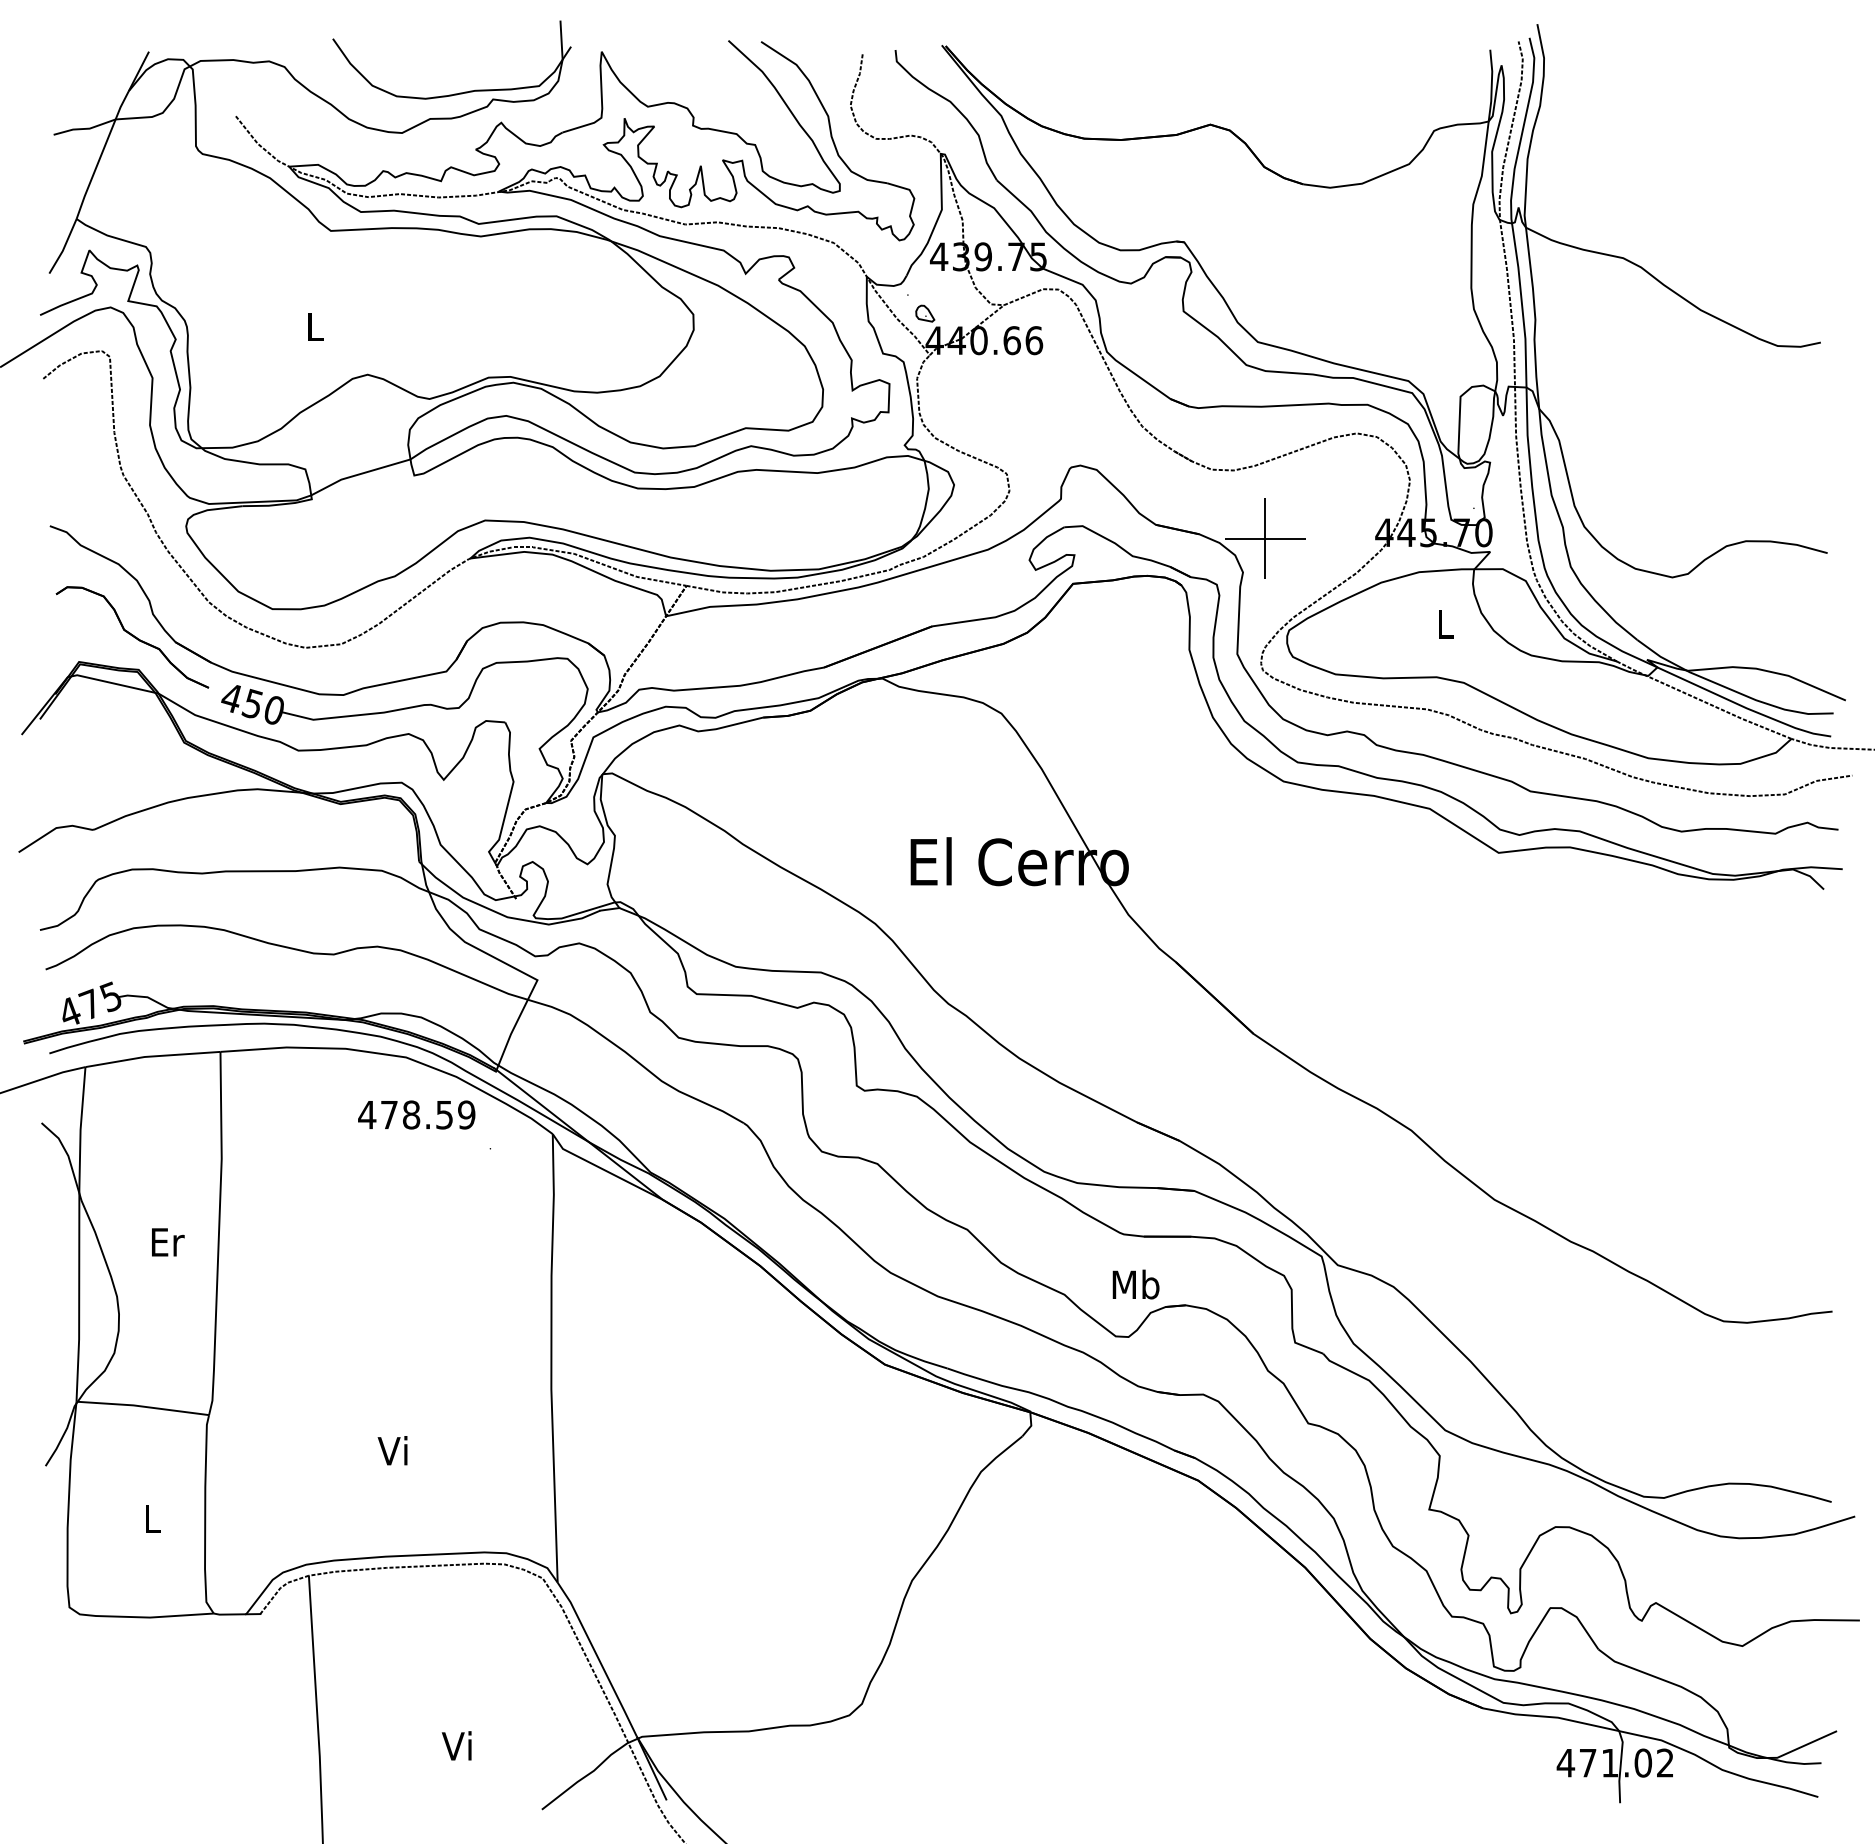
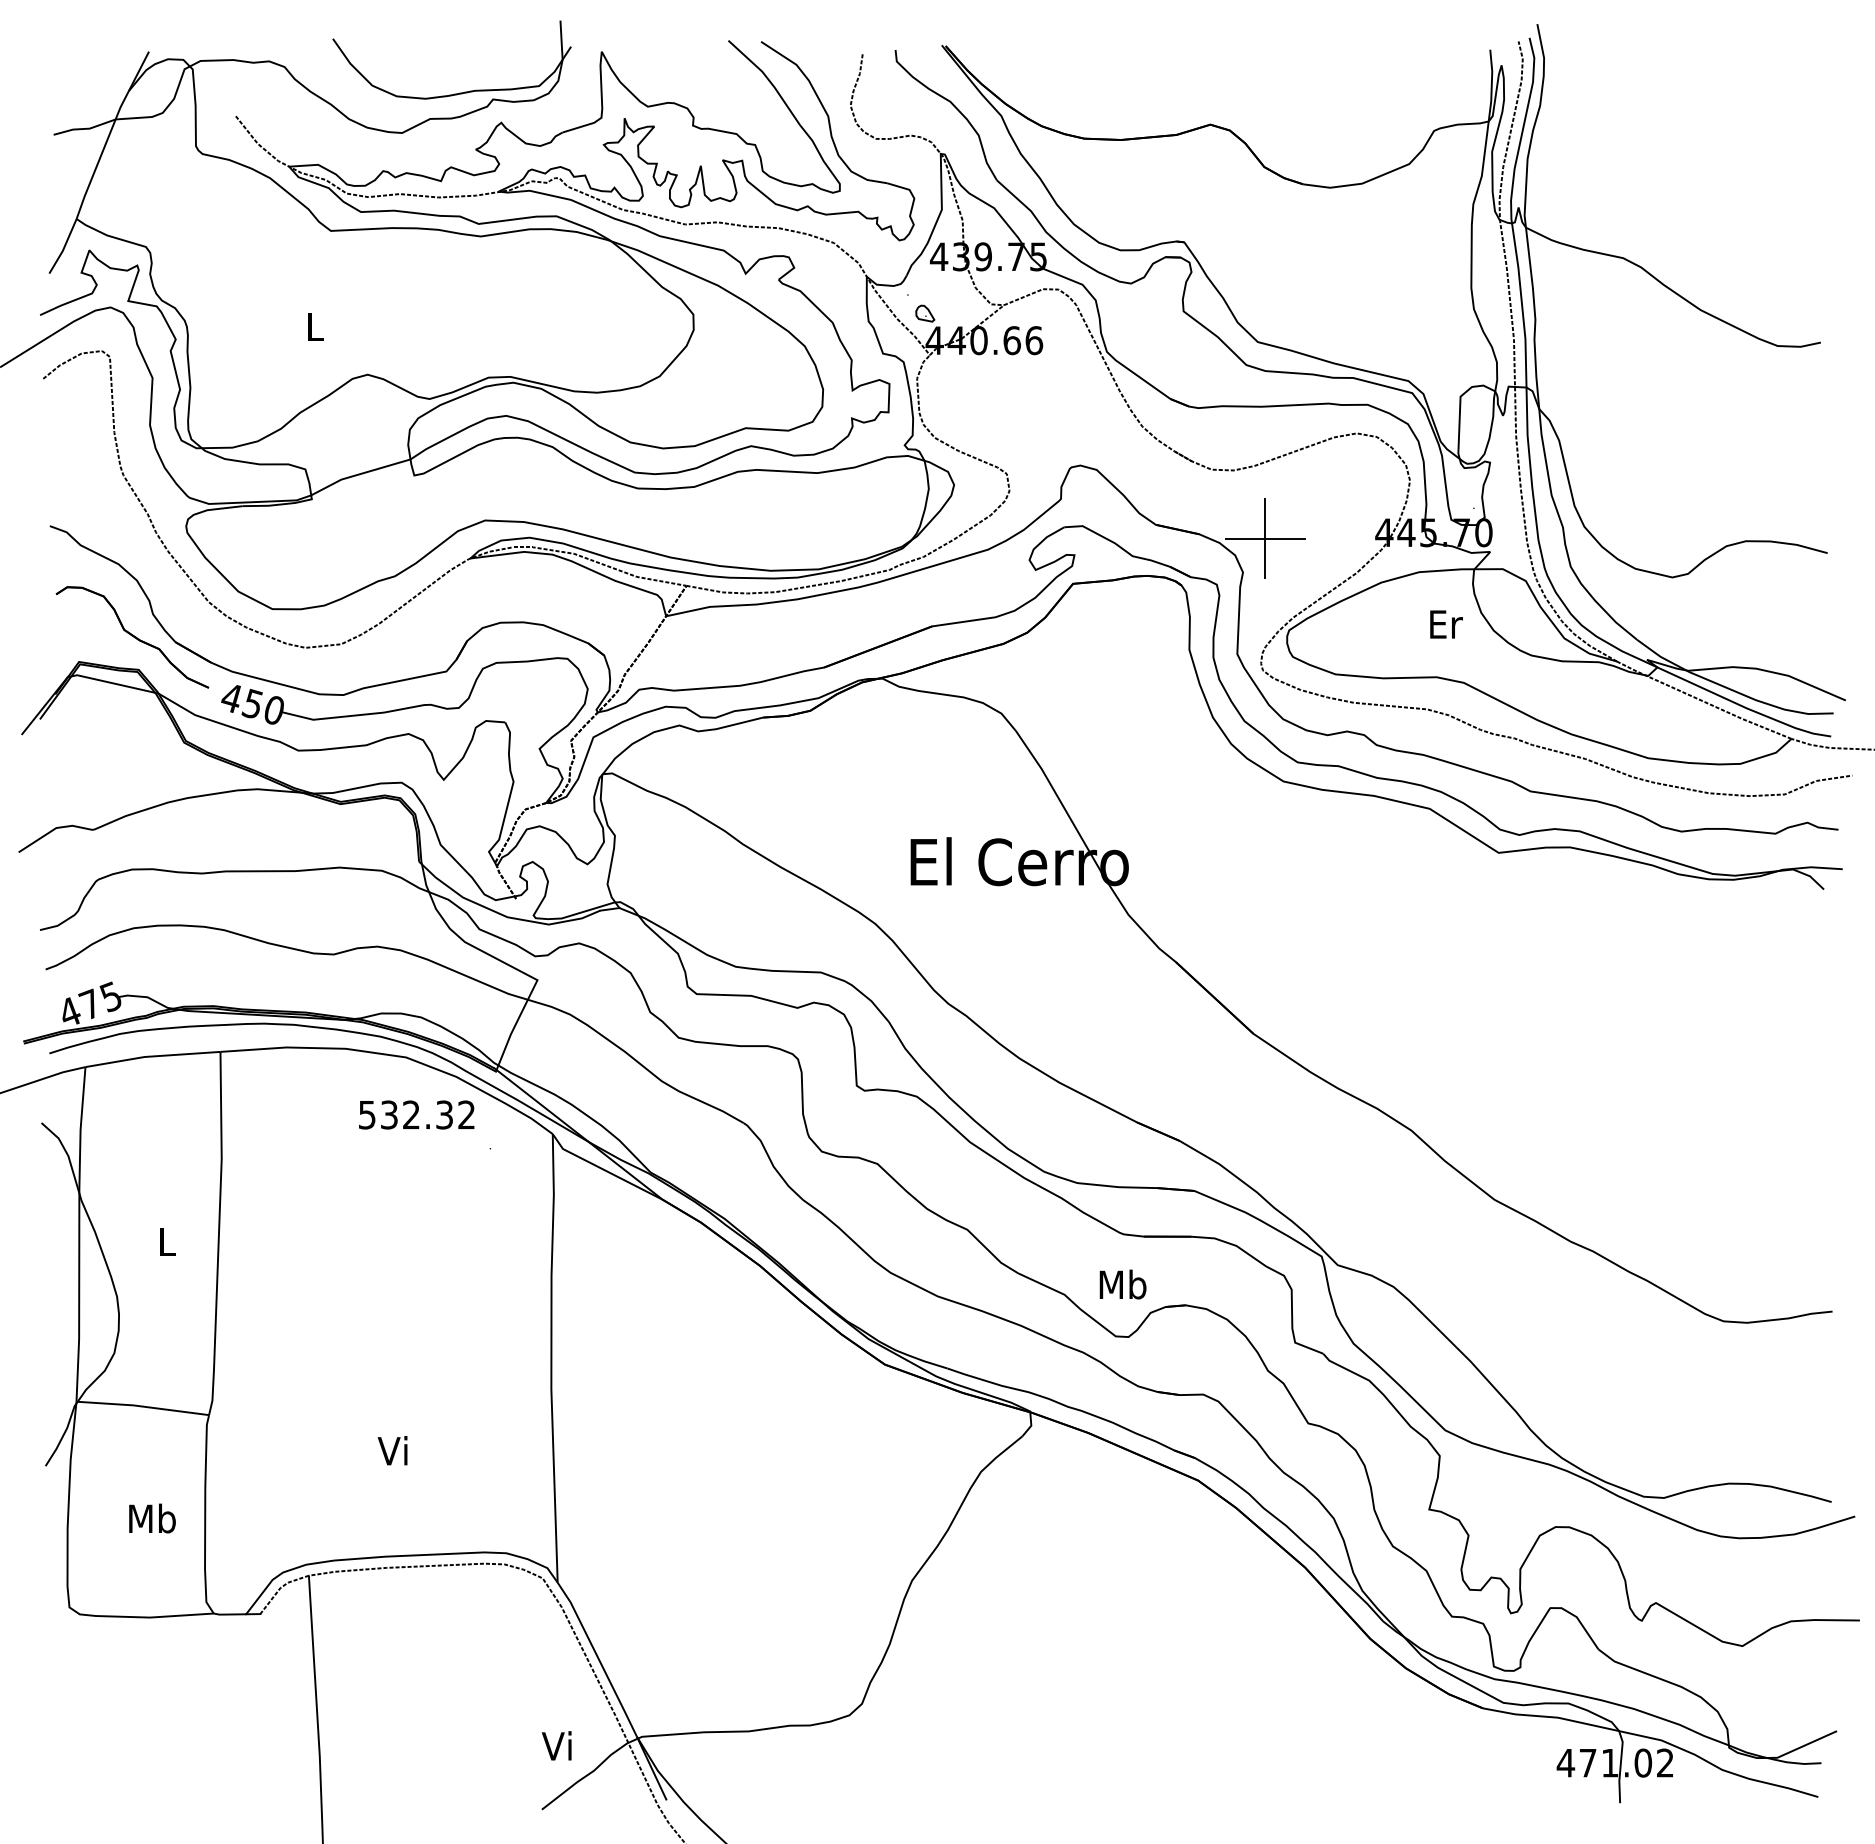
text at (1446, 624): L -> Er
text at (416, 1114): 478.59 -> 532.32
text at (168, 1242): Er -> L
text at (1135, 1284) position: (1135, 1284) -> (1122, 1284)
text at (152, 1518): L -> Mb
text at (456, 1745) position: (456, 1745) -> (556, 1745)
